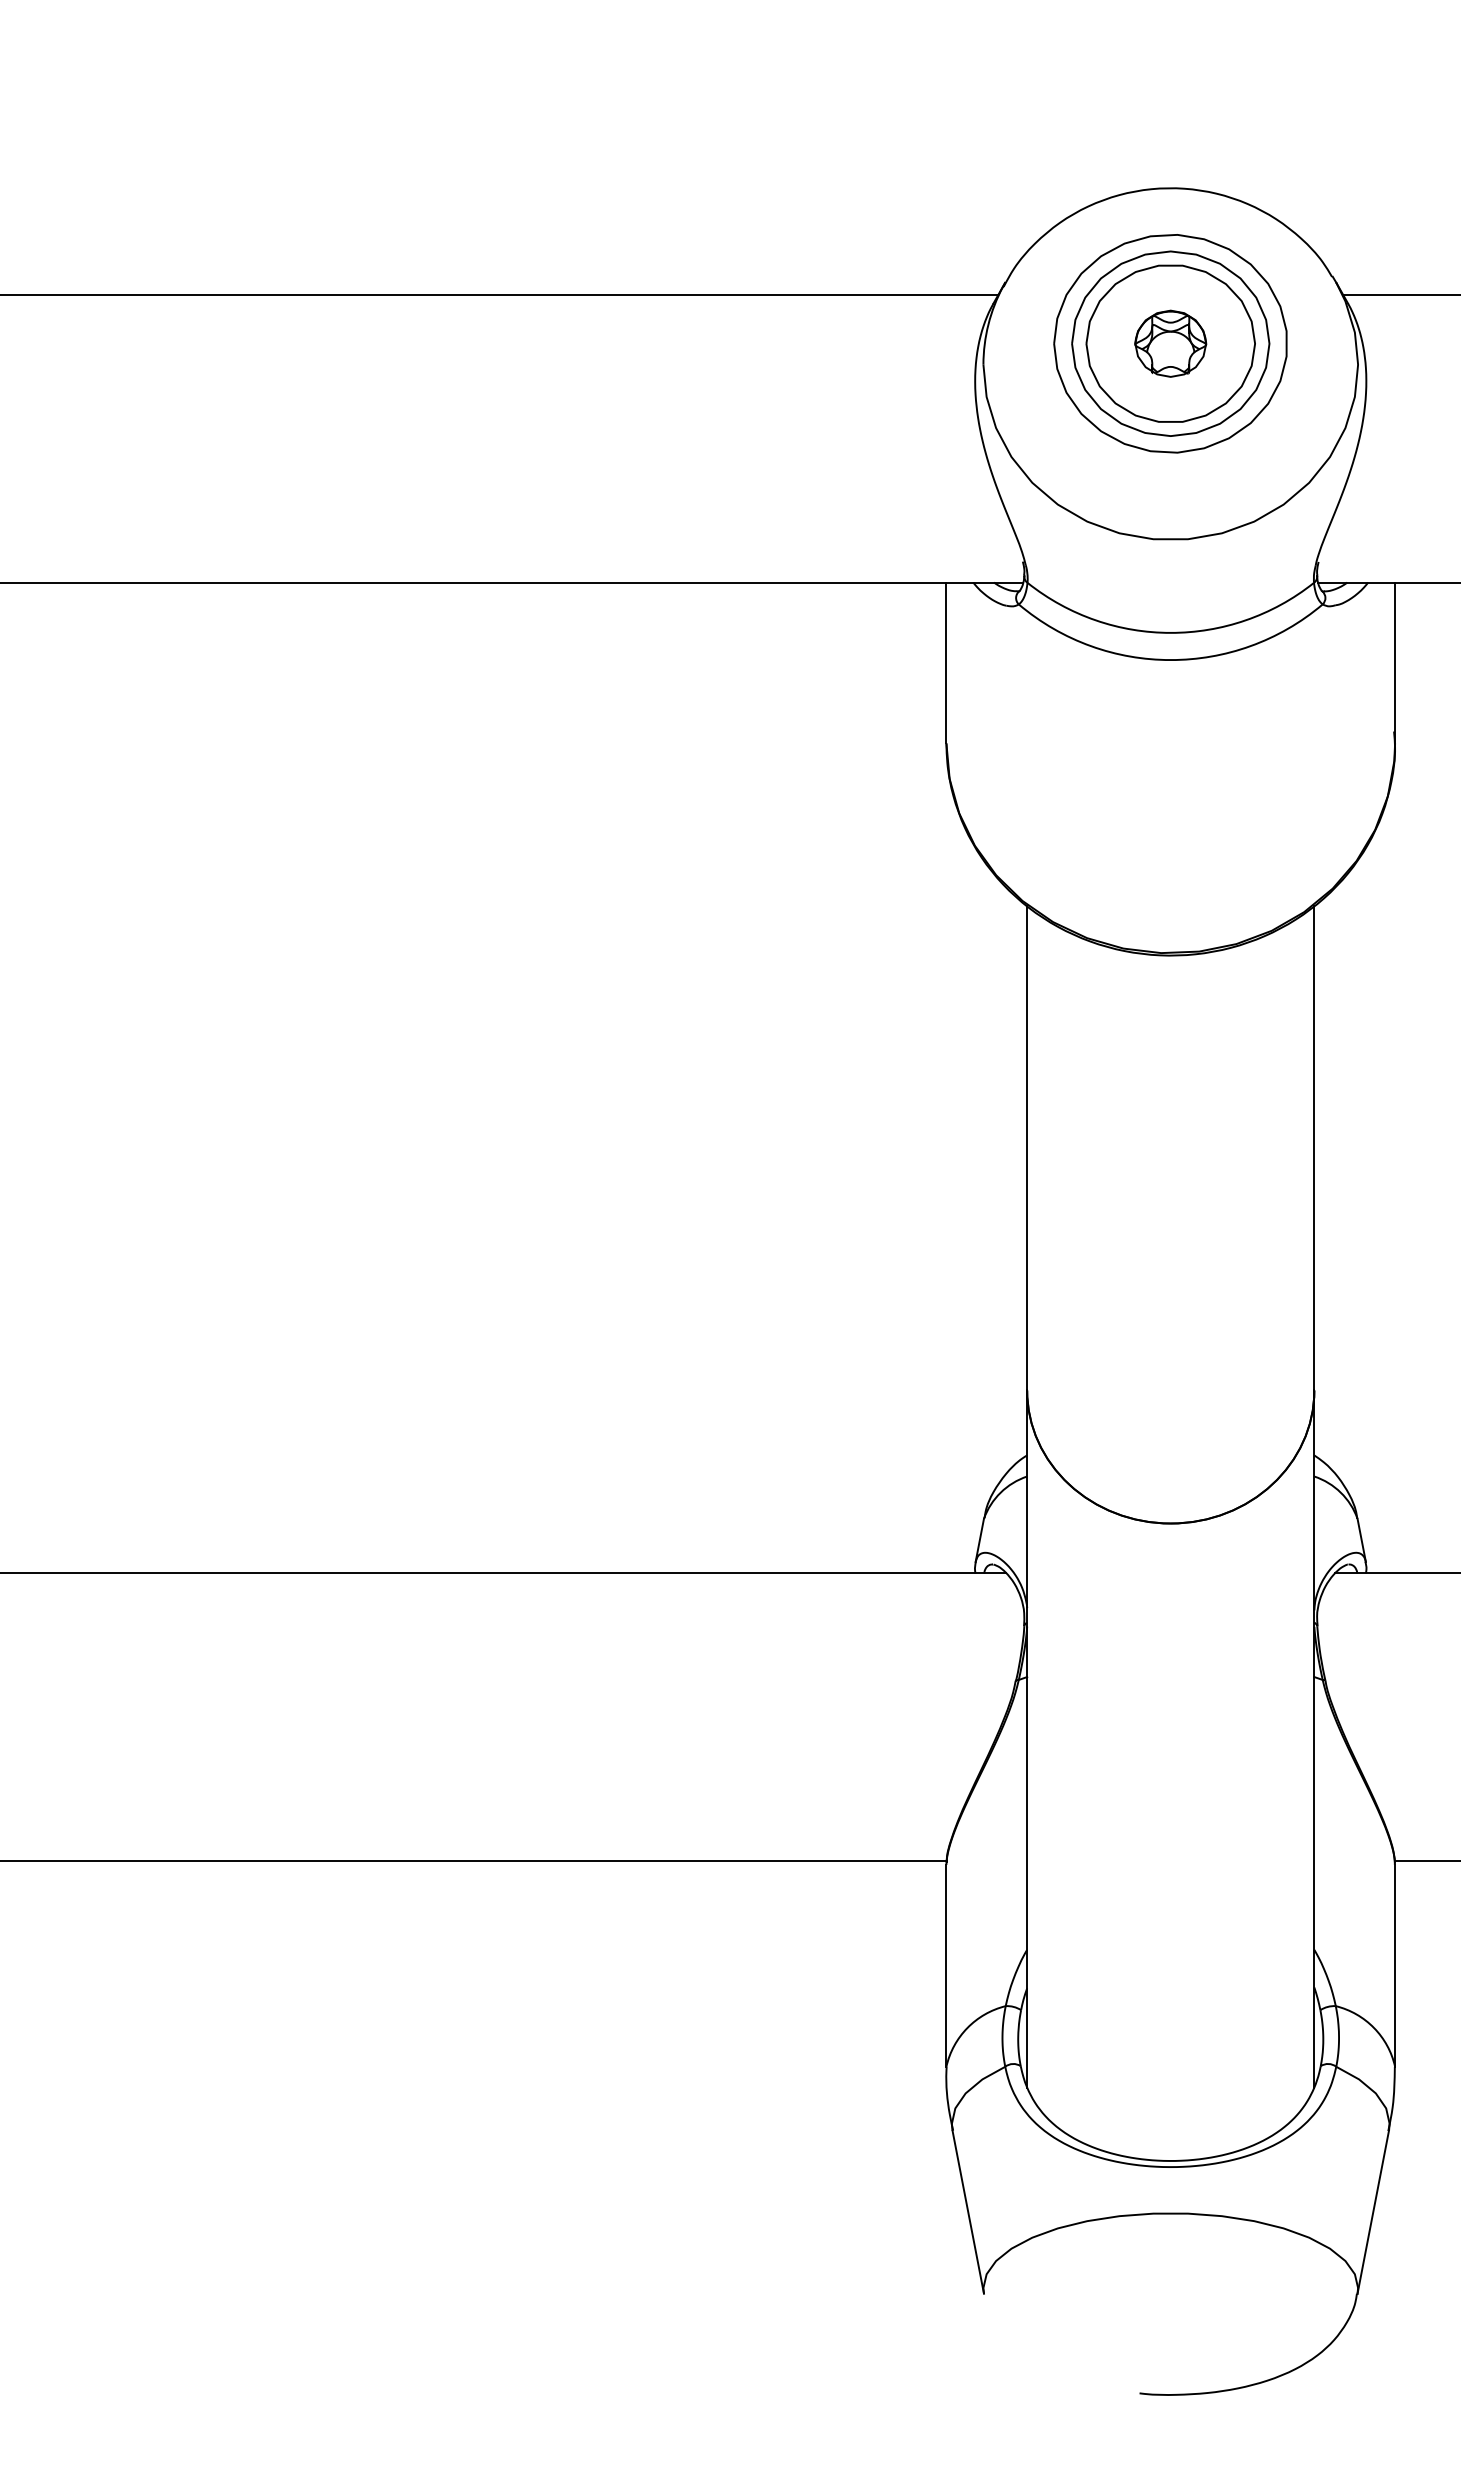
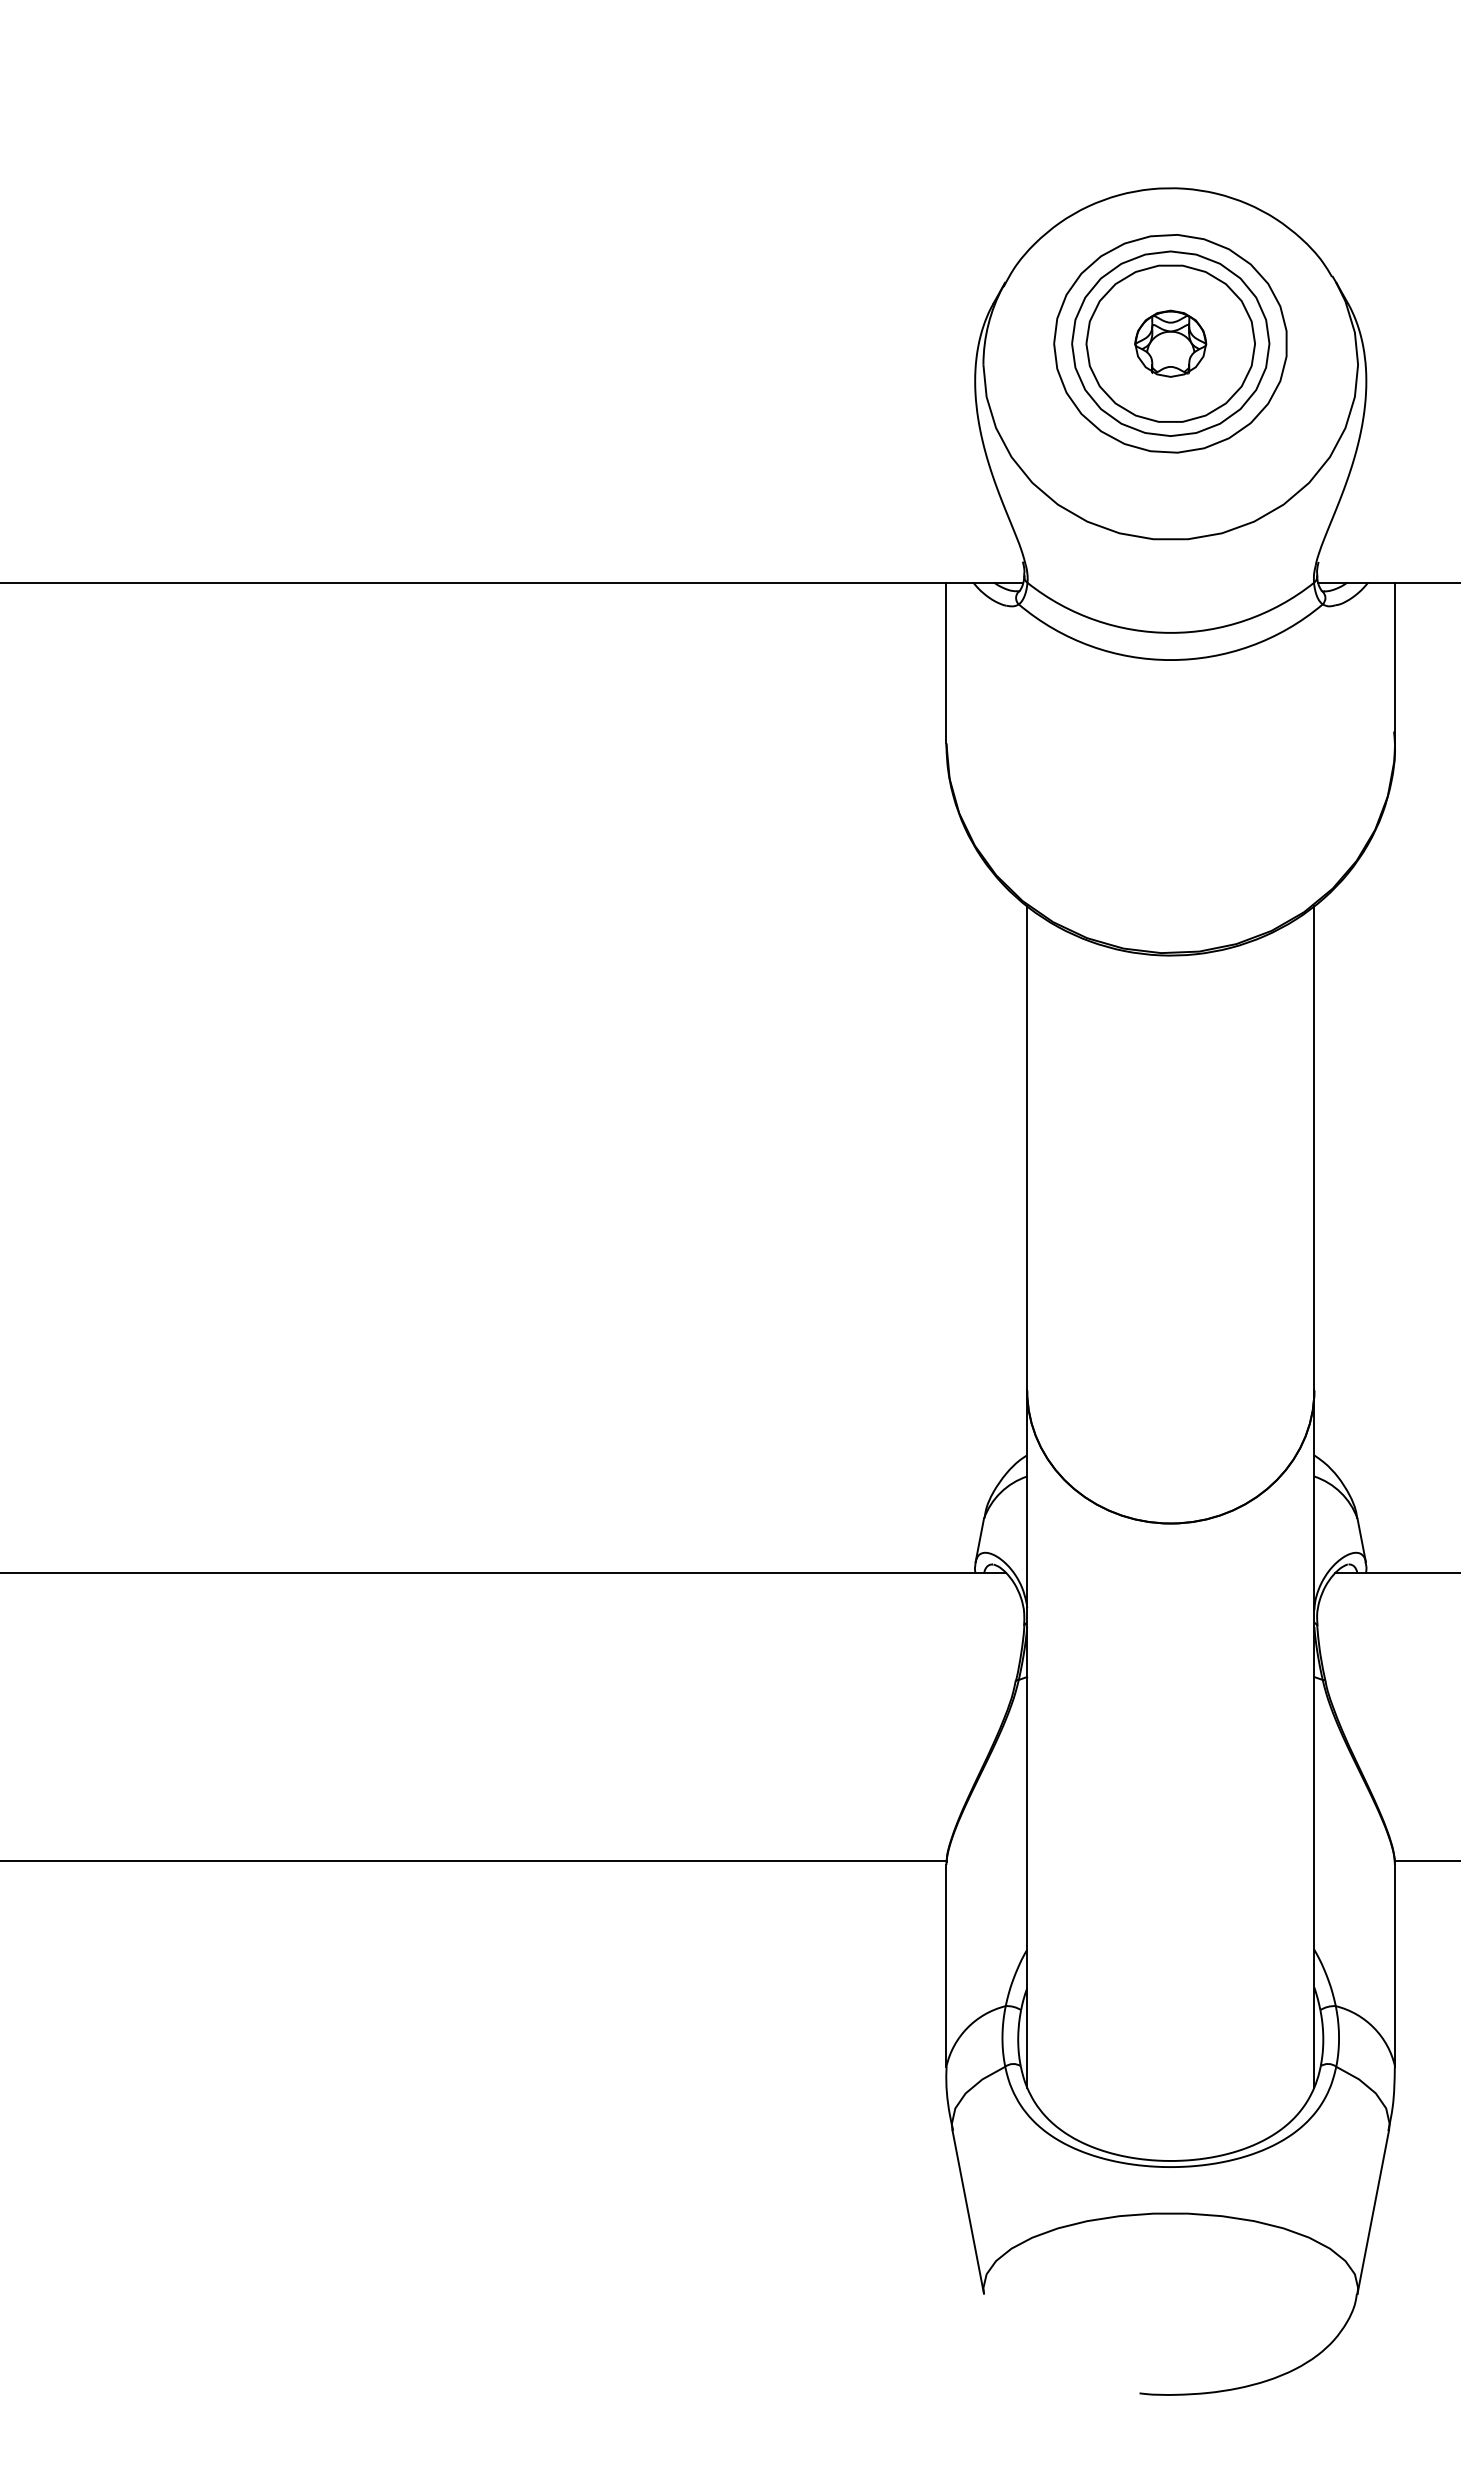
line at (500, 295): present -> none
line at (1400, 295): present -> none
